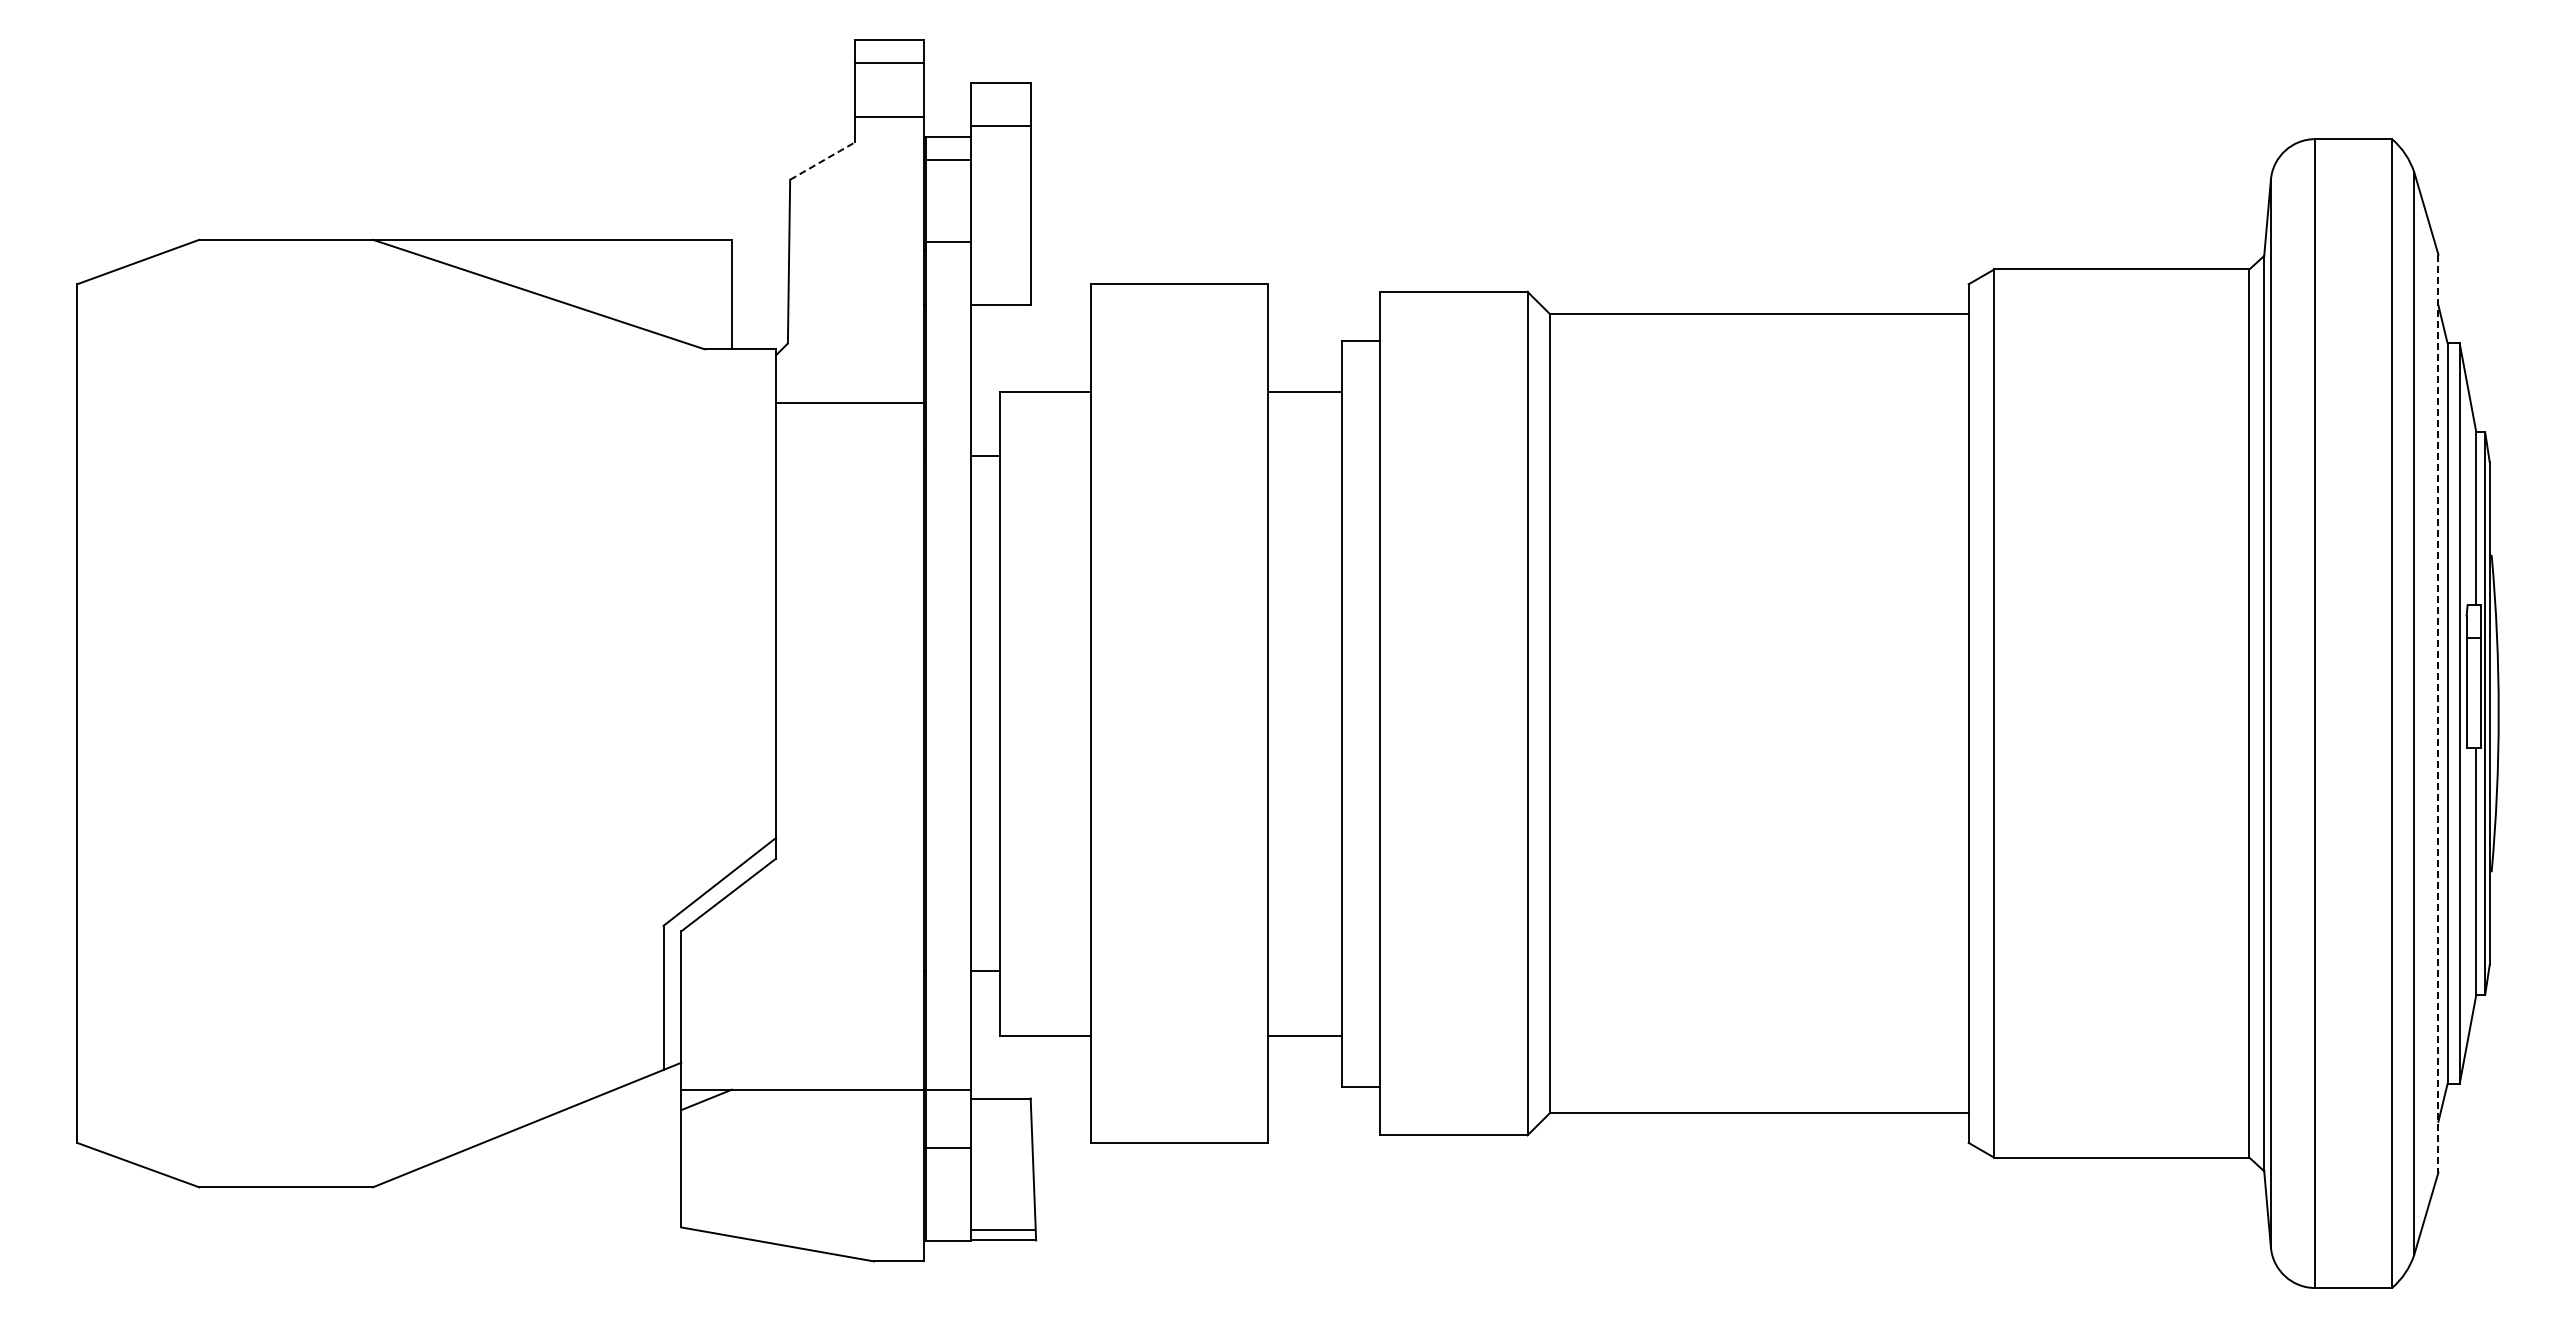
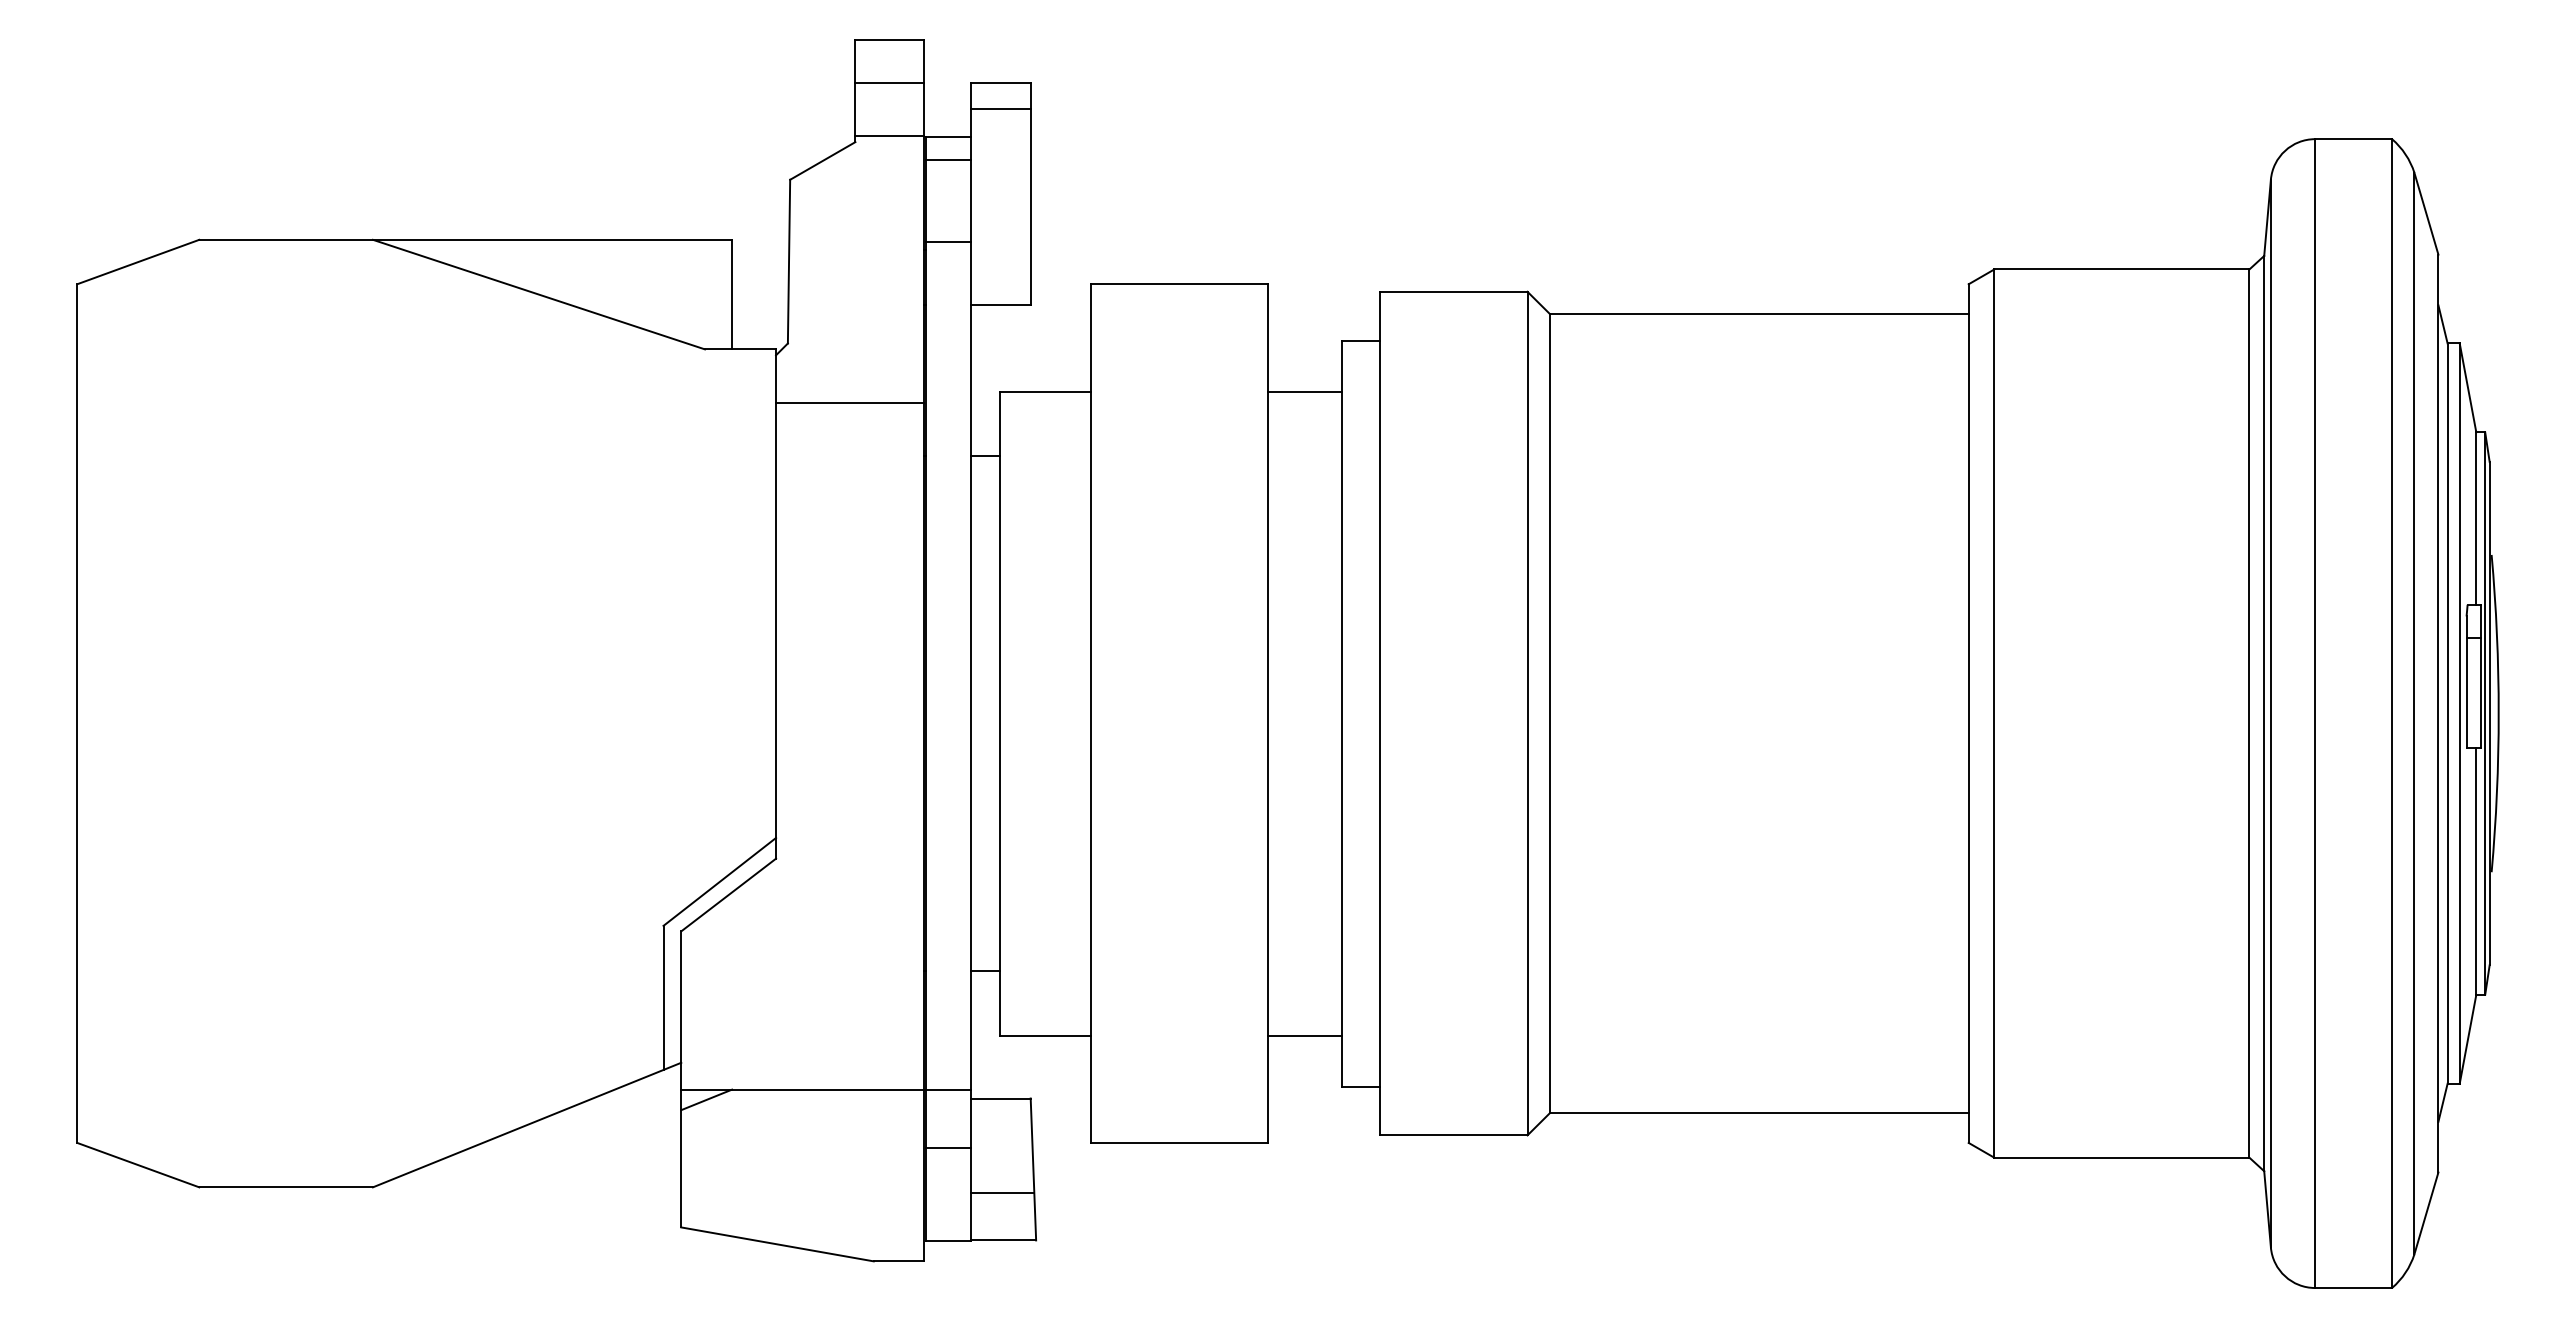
line at (889, 62) position: (889, 62) -> (889, 82)
line at (889, 117) position: (889, 117) -> (889, 136)
line at (1000, 125) position: (1000, 125) -> (1000, 108)
line at (822, 160): dashed -> solid
line at (2438, 713): dashed -> solid
line at (1002, 1229) position: (1002, 1229) -> (1002, 1192)
